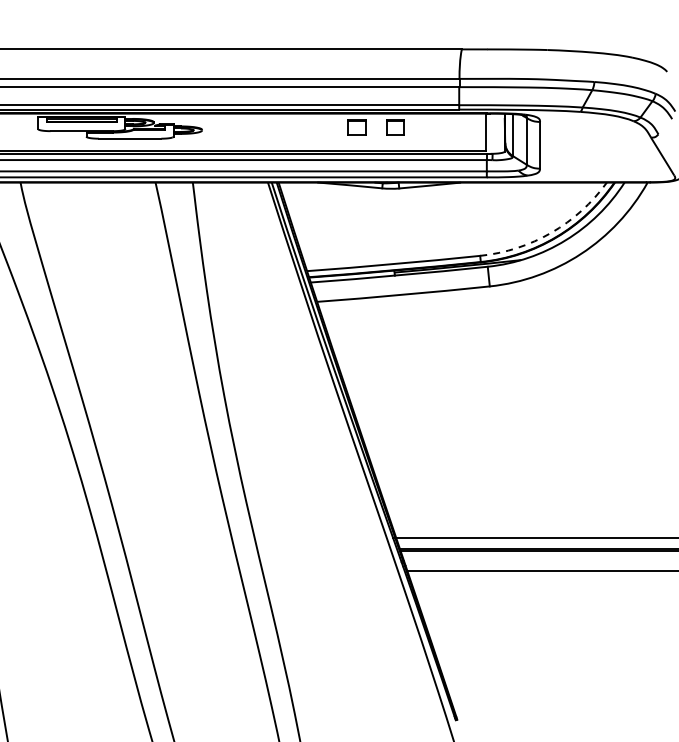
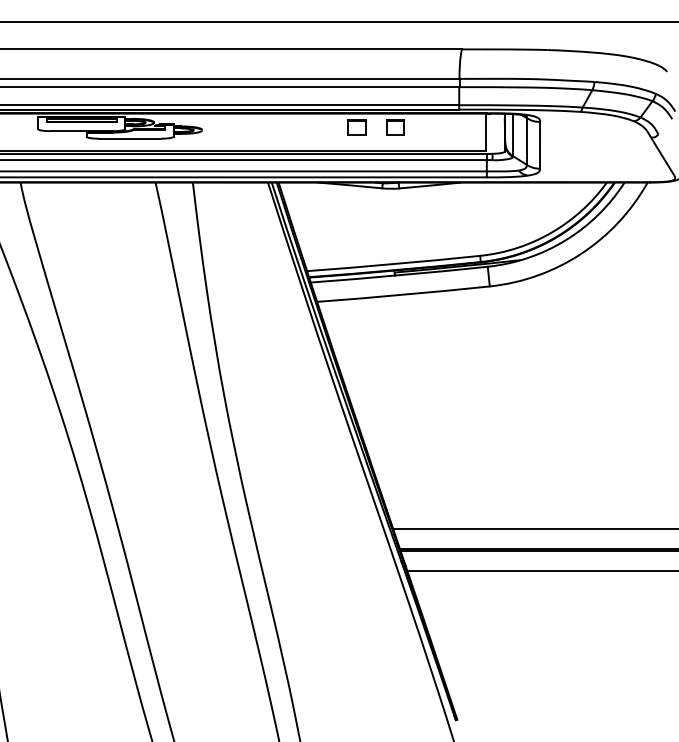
line at (338, 22): none -> present
arc at (551, 232): dashed -> solid
line at (534, 538) position: (534, 538) -> (534, 529)
